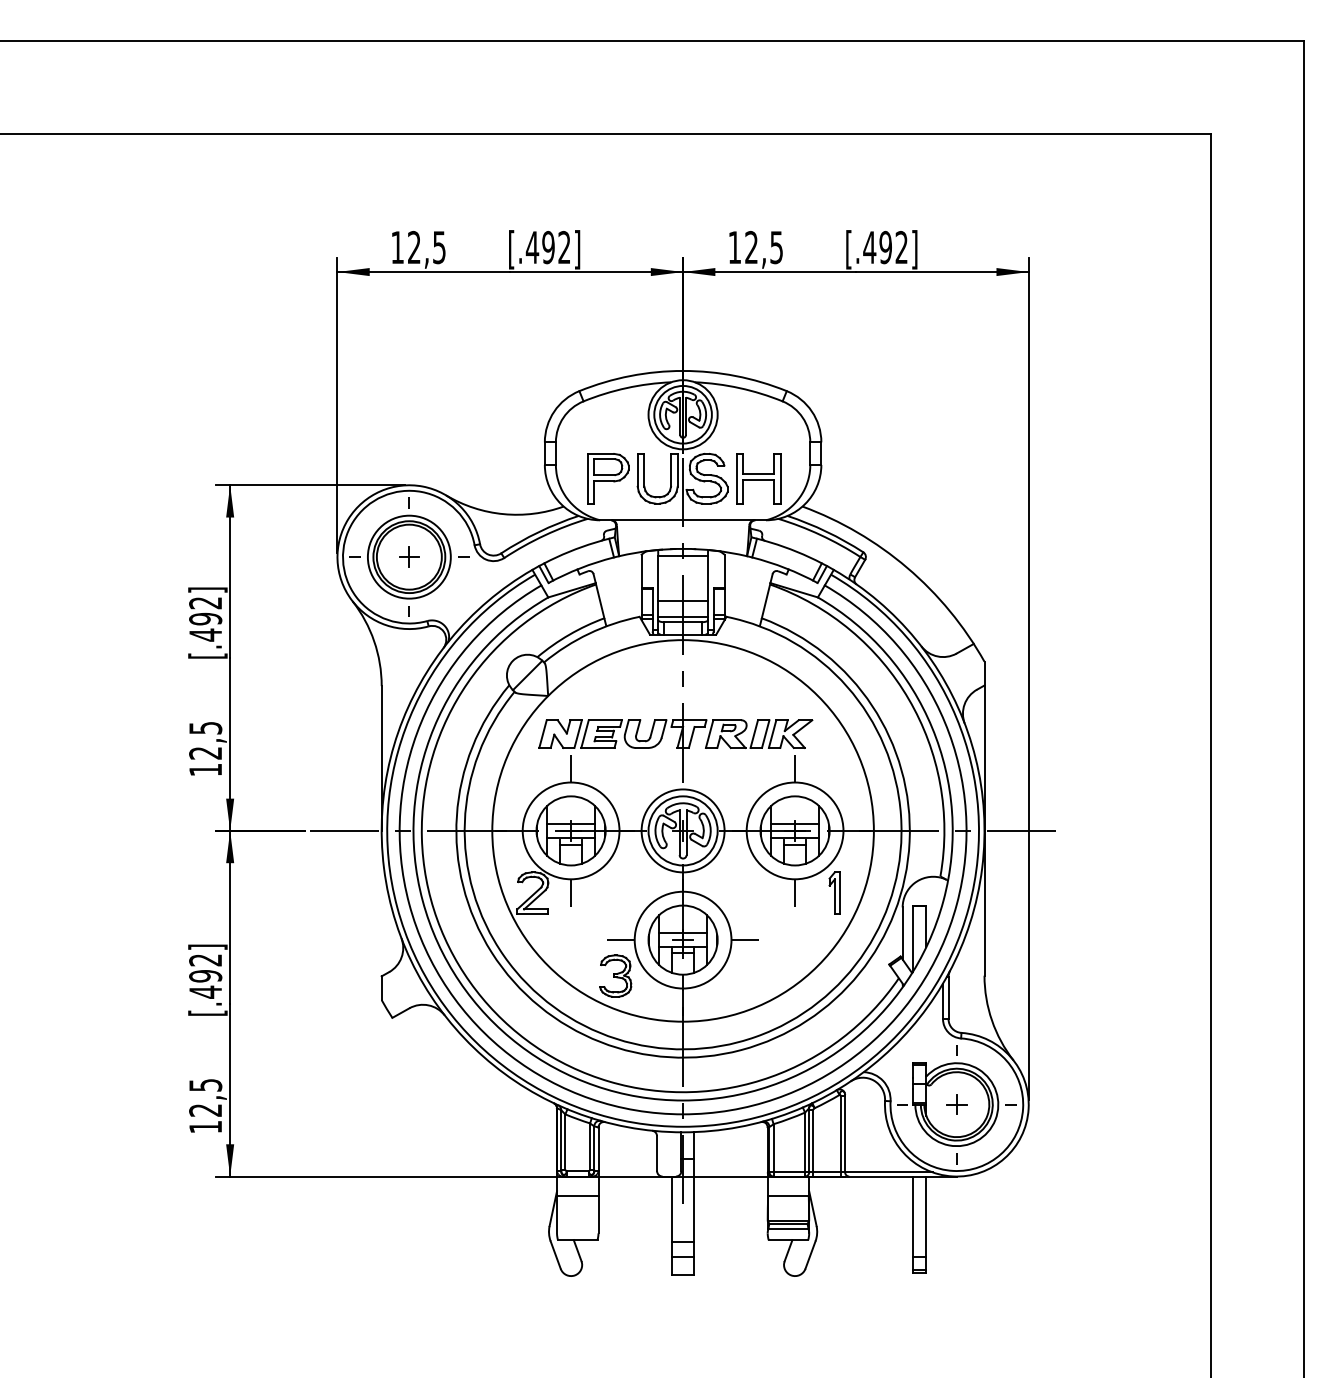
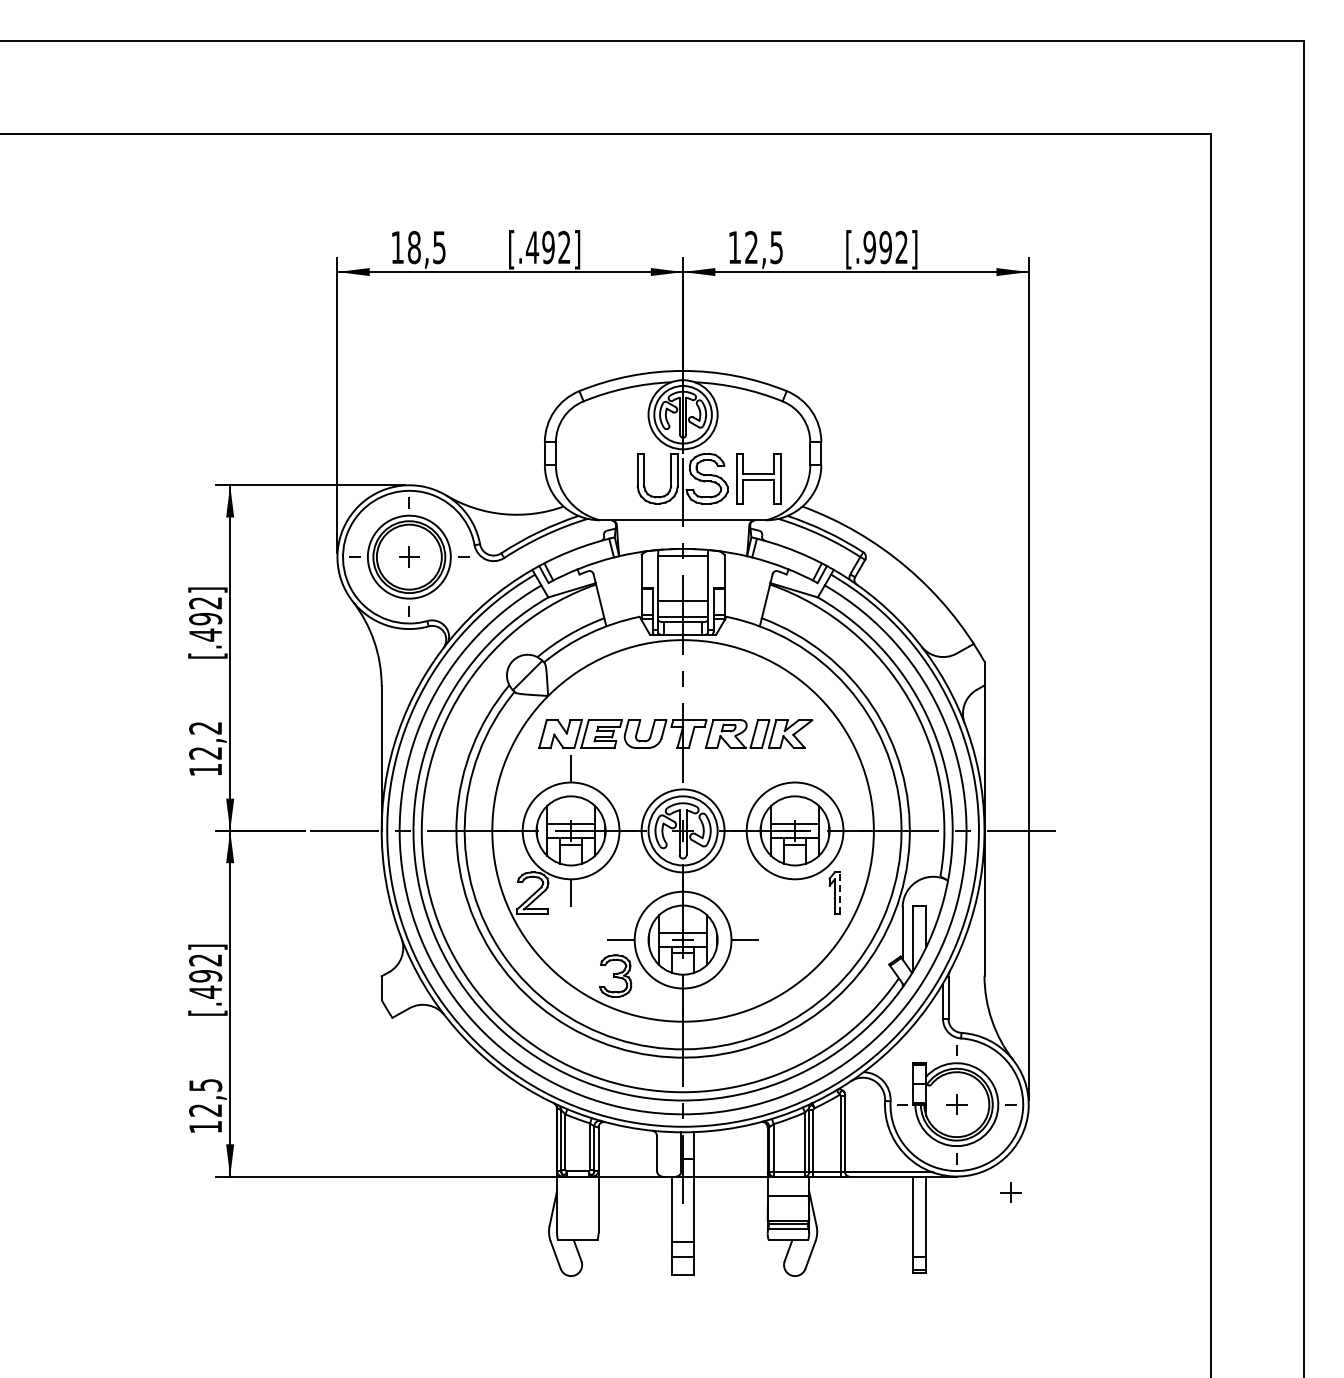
text at (413, 247): 12,5 -> 18,5
text at (869, 247): [.492] -> [.992]
part at (608, 478): present -> none
text at (205, 728): 12,5 -> 12,2
line at (795, 768): present -> none
line at (795, 892): present -> none
line at (840, 893): solid -> dashed
part at (1010, 1192): none -> present
line at (577, 1195): present -> none
